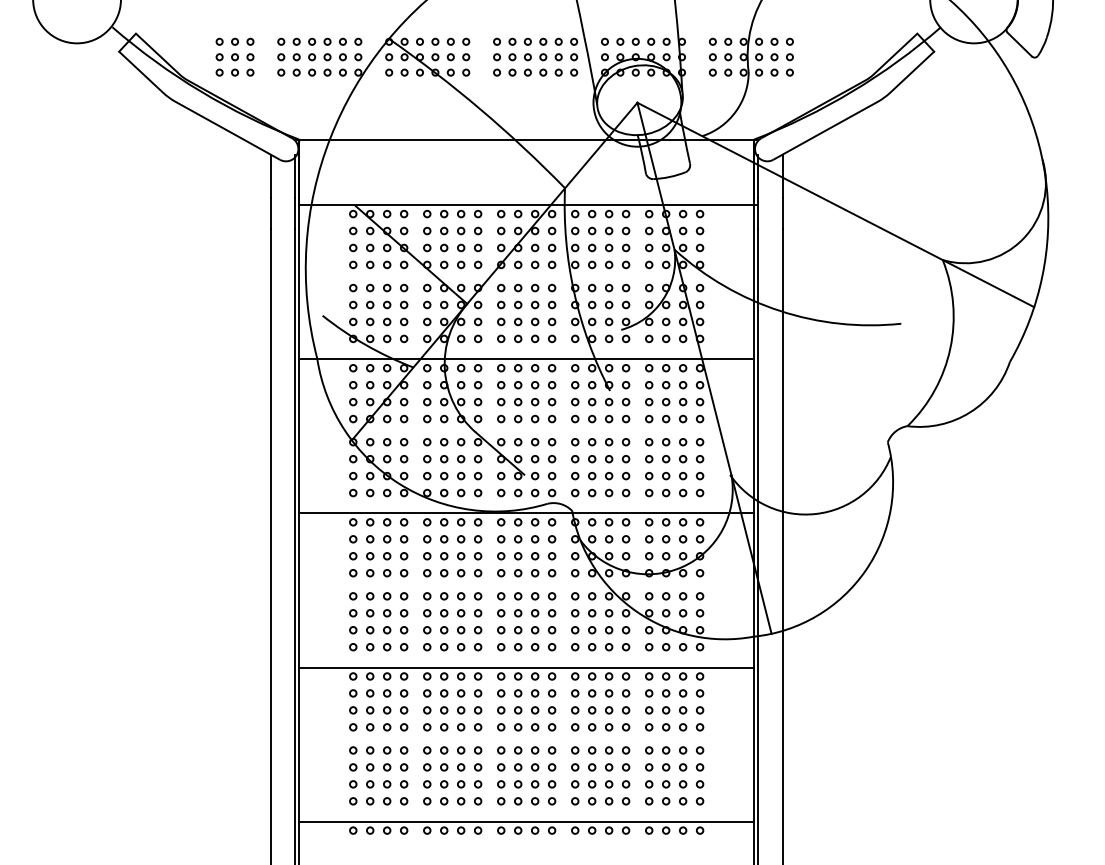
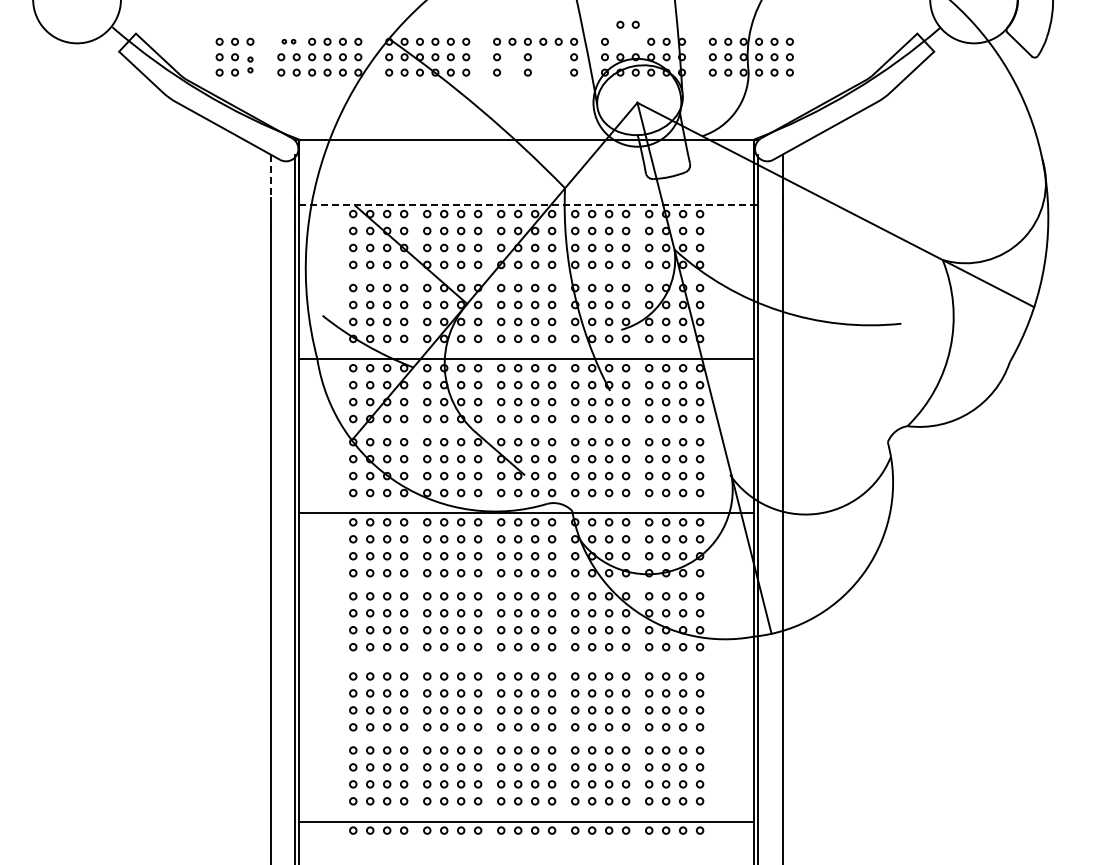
part at (288, 41) size: 24x9 px -> 16x6 px
part at (627, 41) position: (627, 41) -> (627, 24)
part at (546, 59): present -> none
part at (250, 64) size: 9x24 px -> 7x18 px
part at (512, 64): present -> none
line at (270, 177): solid -> dashed
line at (527, 205): solid -> dashed
line at (526, 667): present -> none
